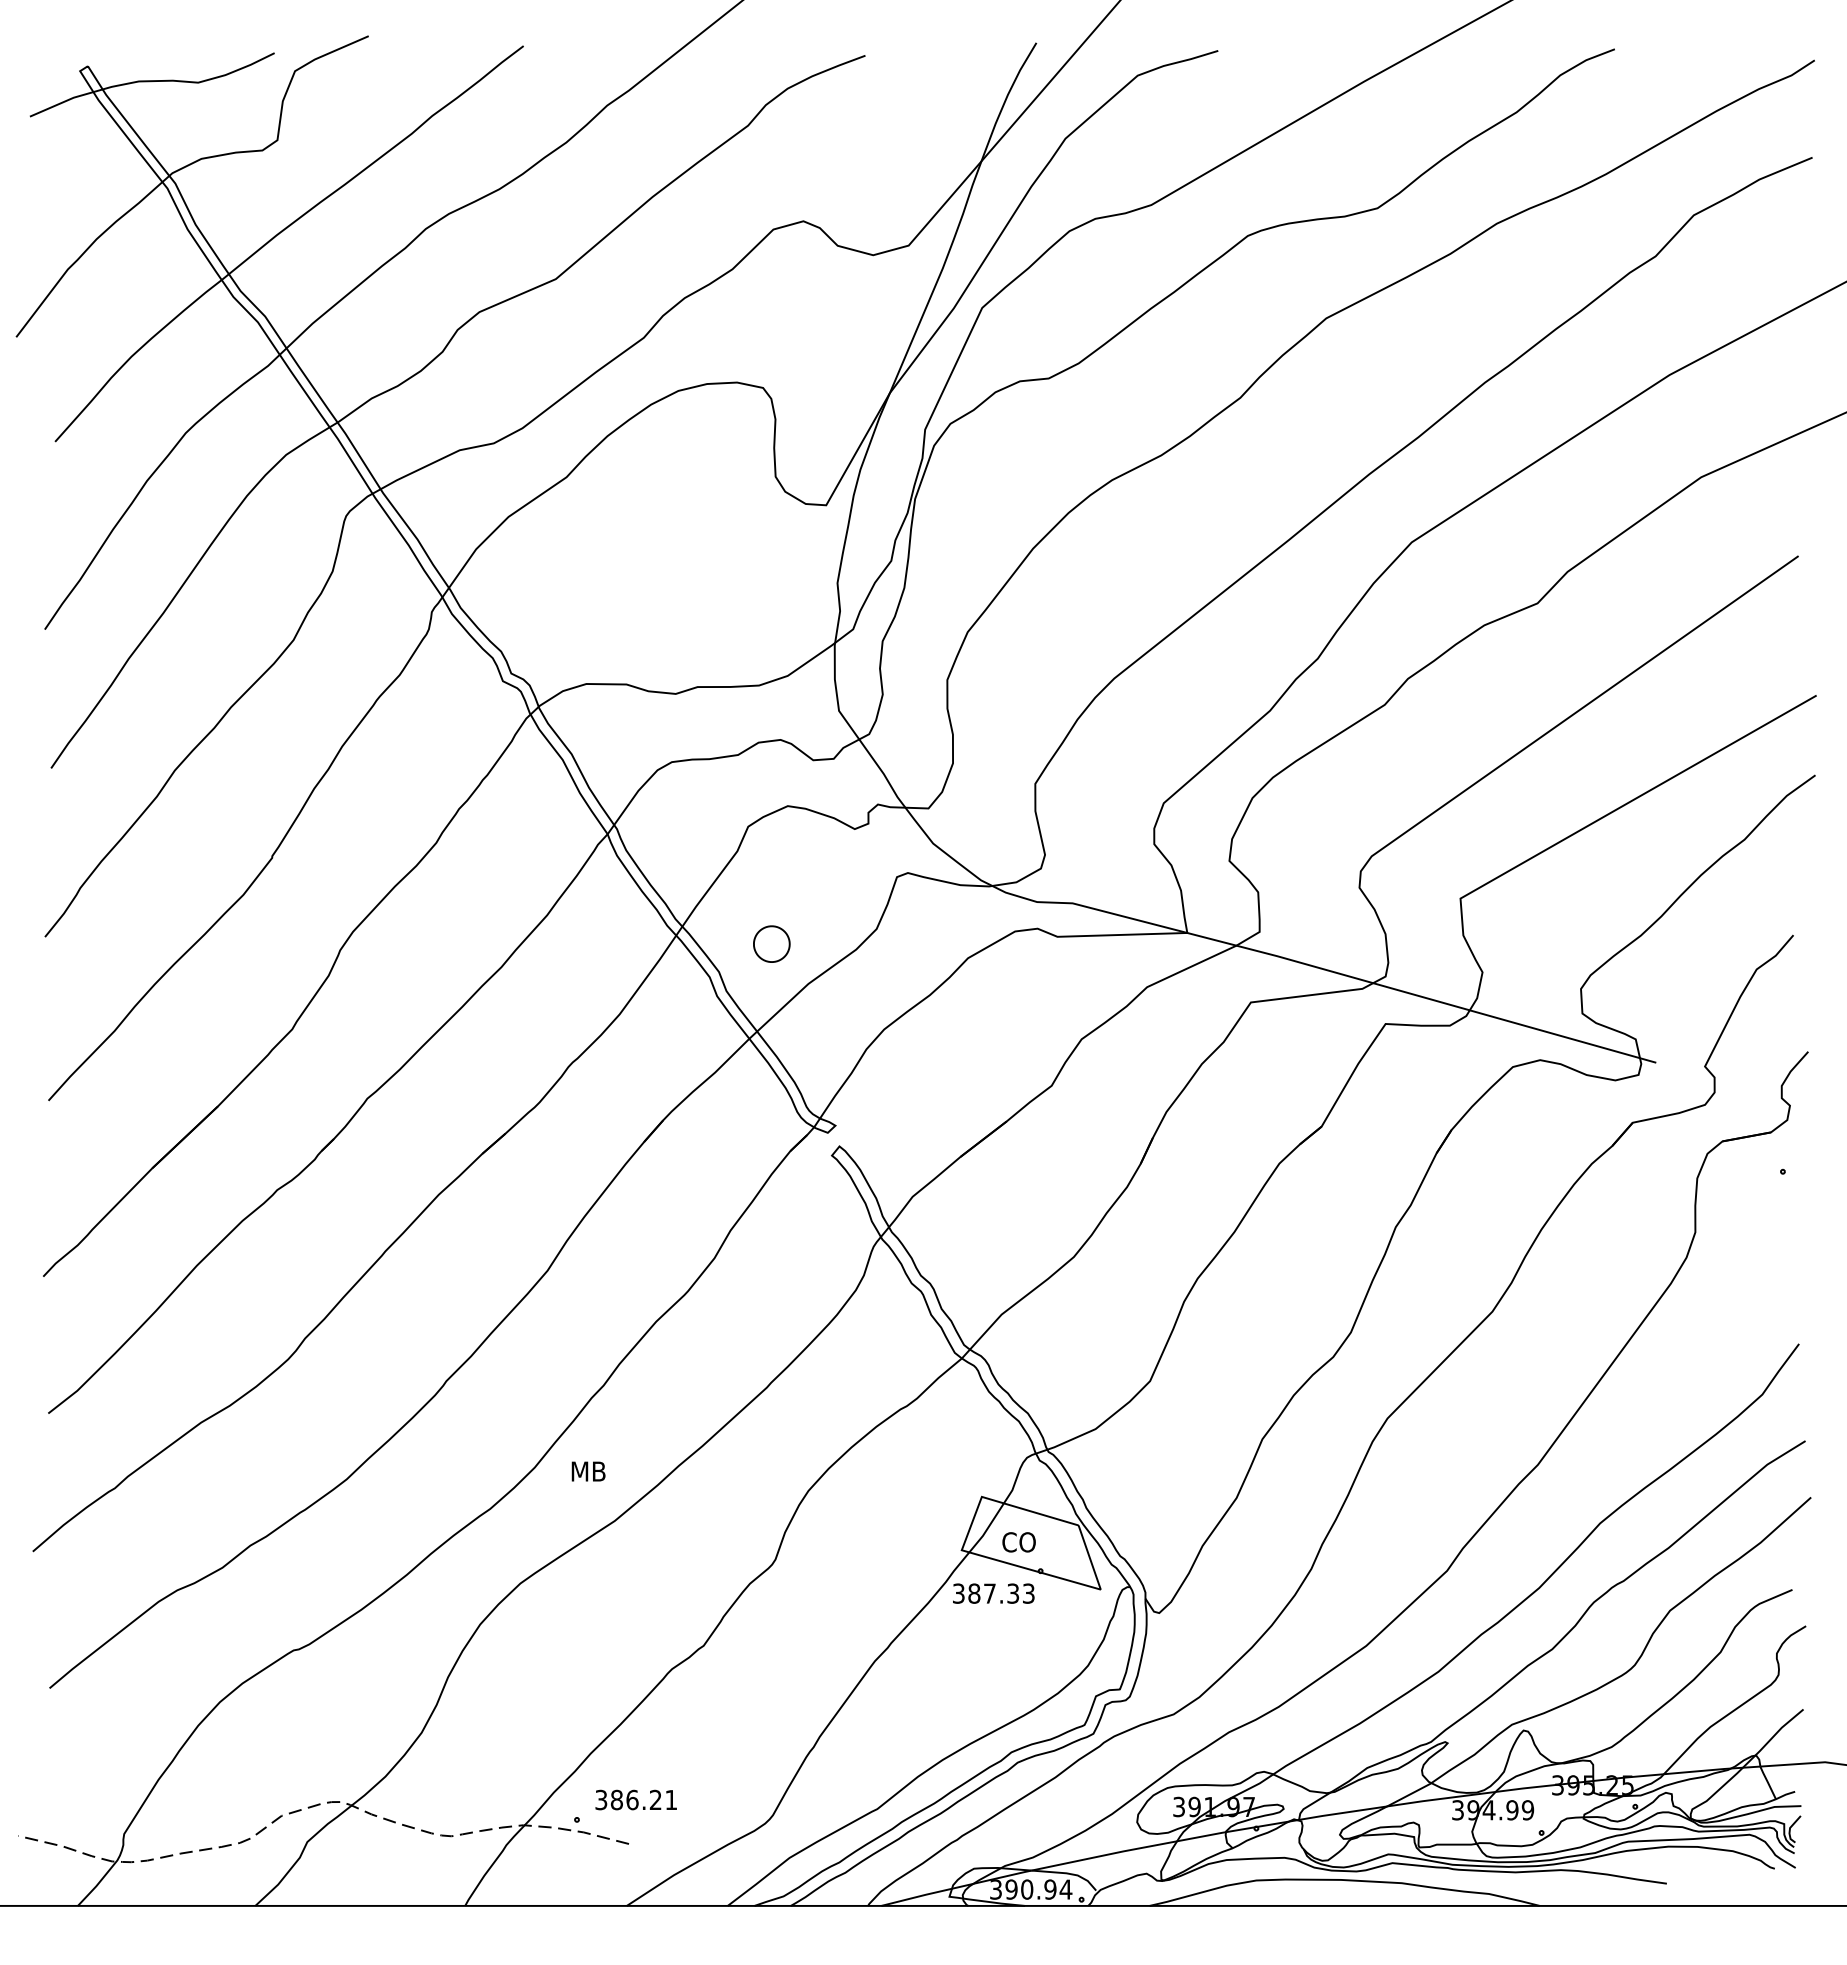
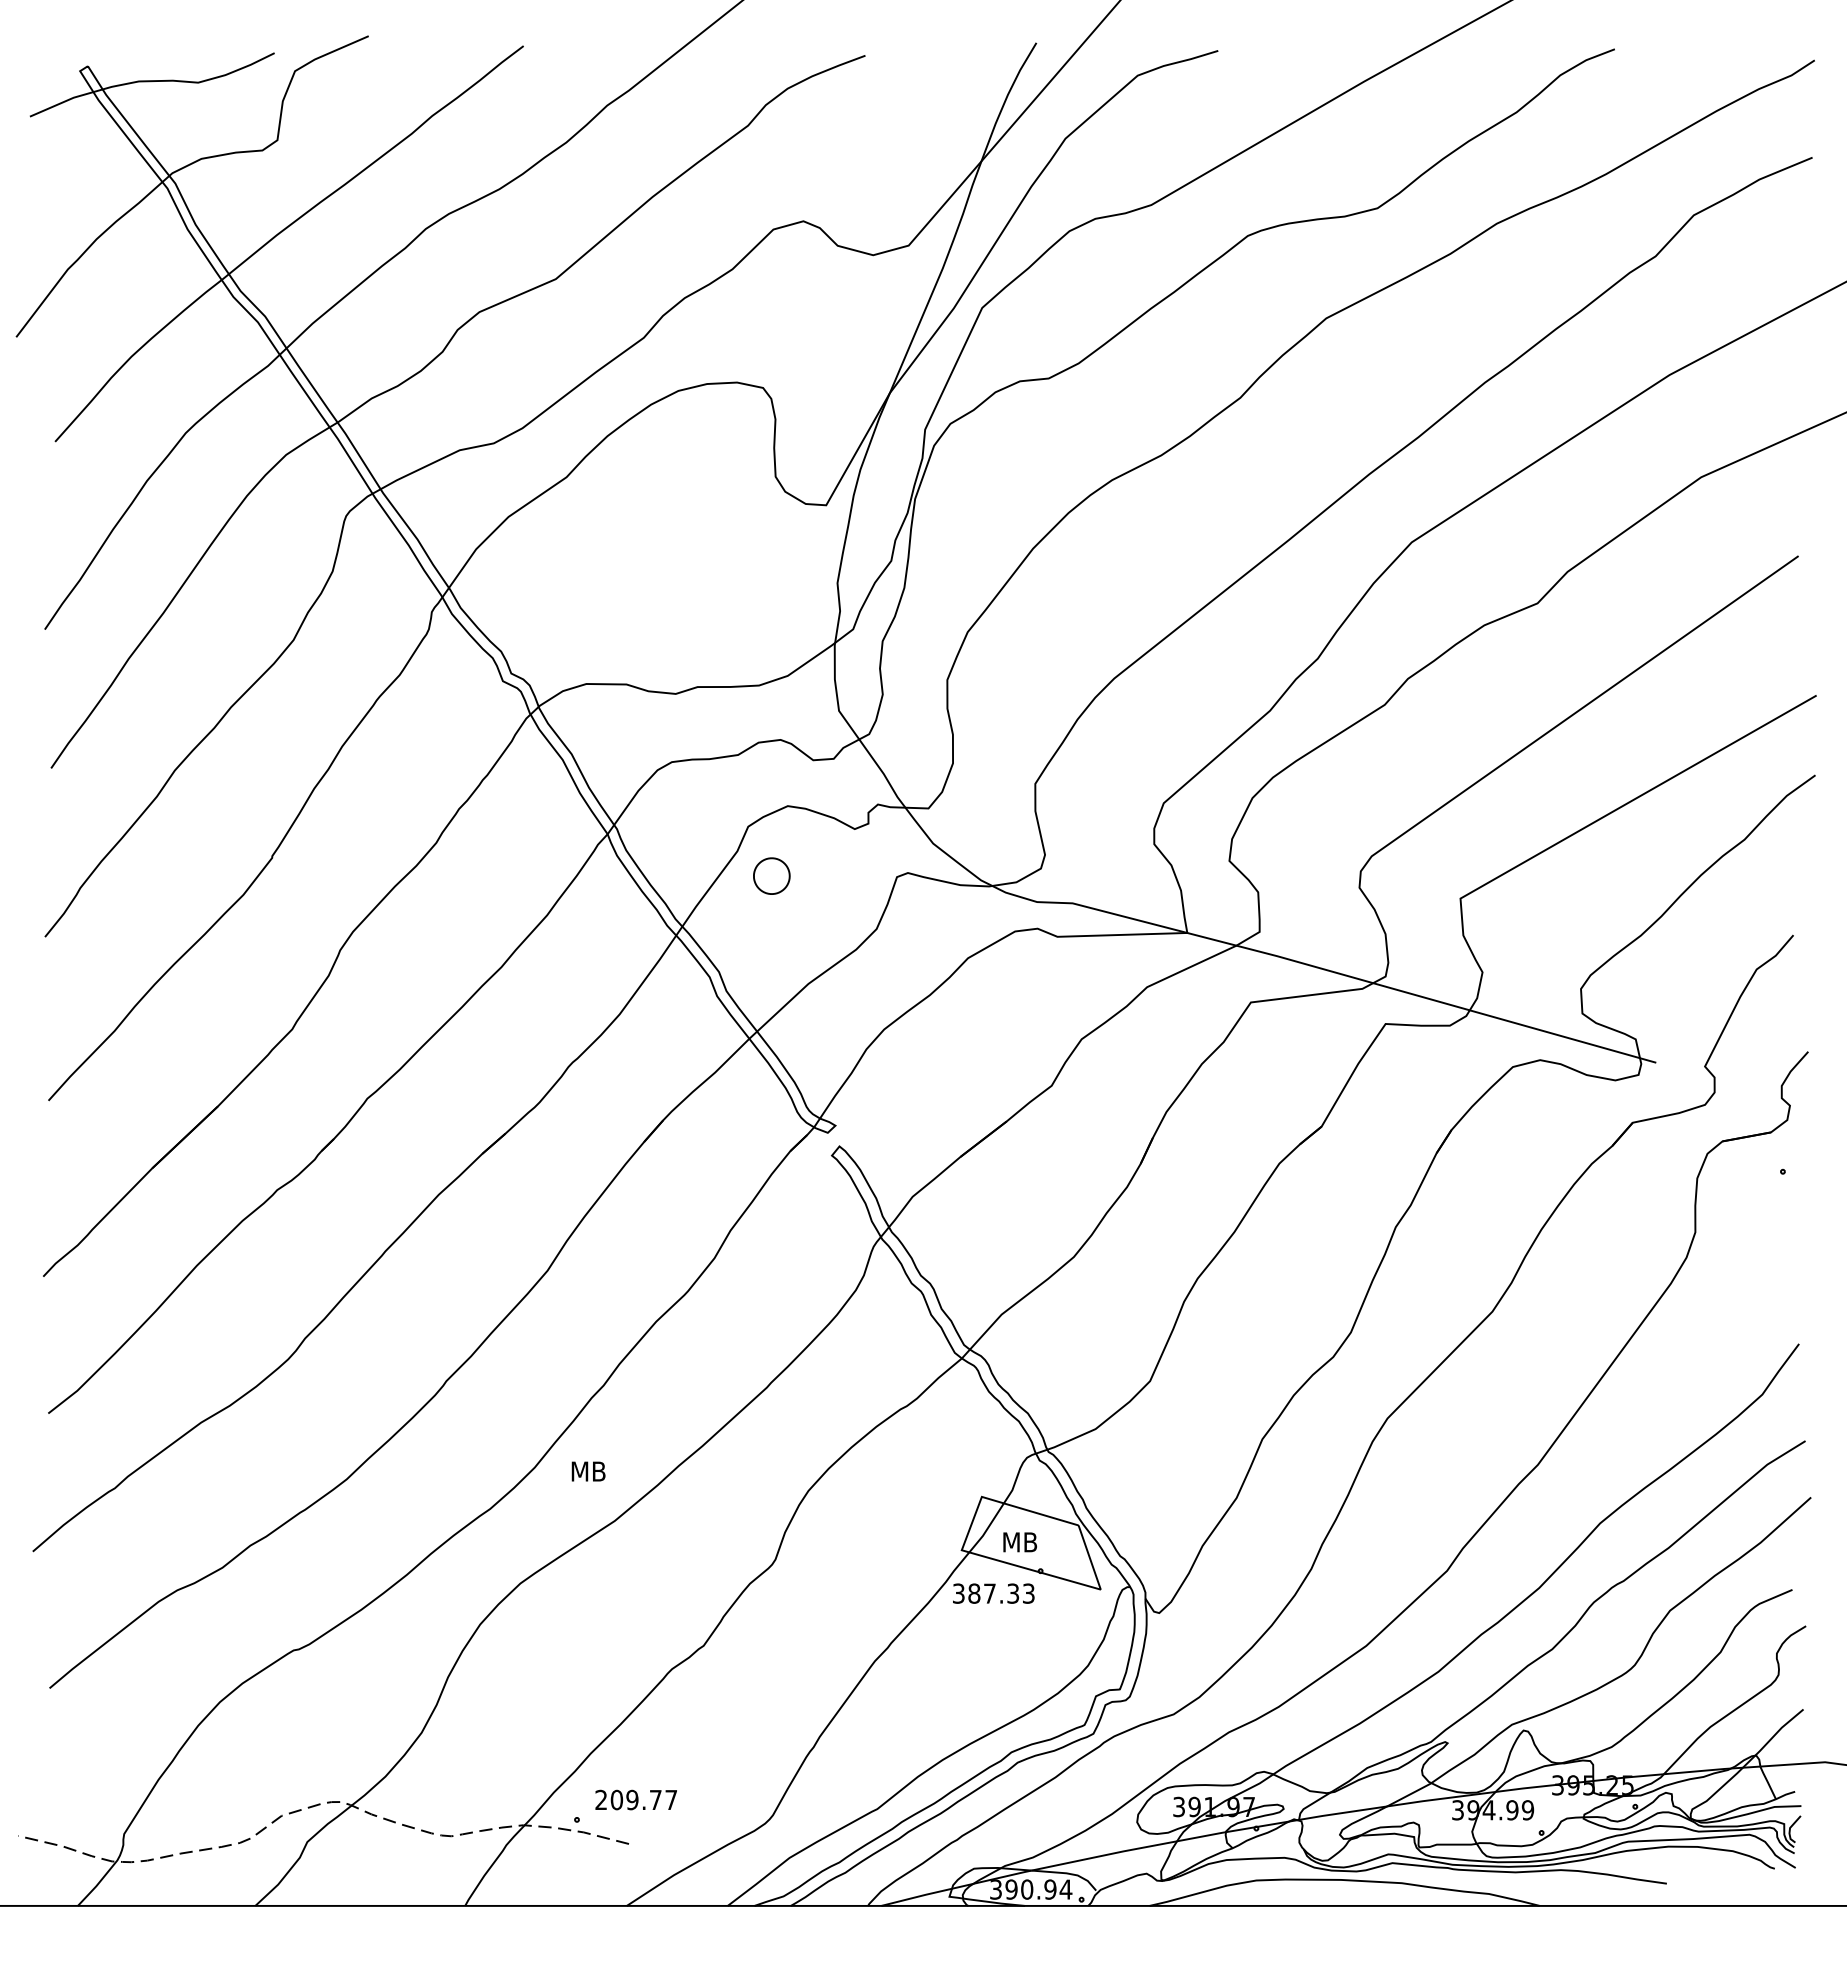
part at (771, 943) position: (771, 943) -> (771, 875)
text at (1019, 1542): CO -> MB
text at (635, 1799): 386.21 -> 209.77
